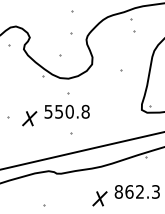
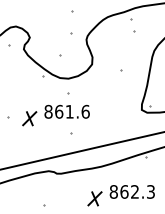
text at (66, 111): 550.8 -> 861.6
part at (125, 195) position: (125, 195) -> (120, 195)
